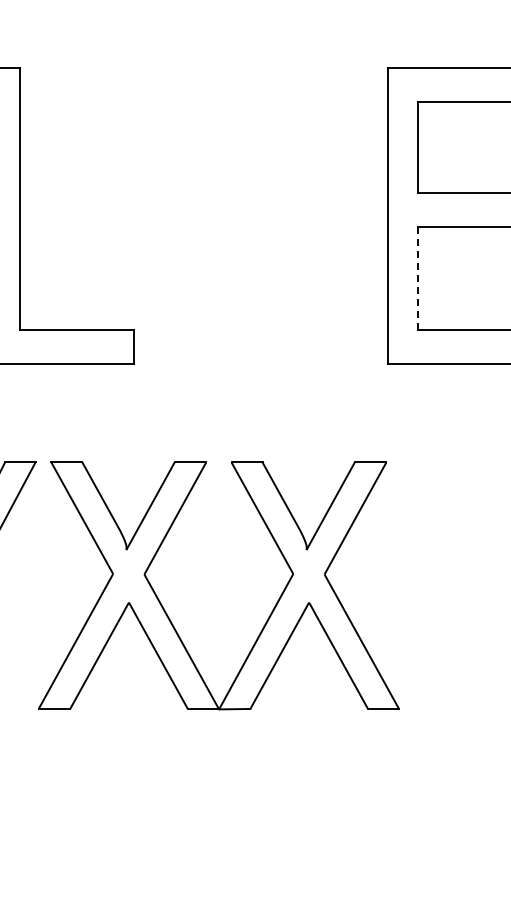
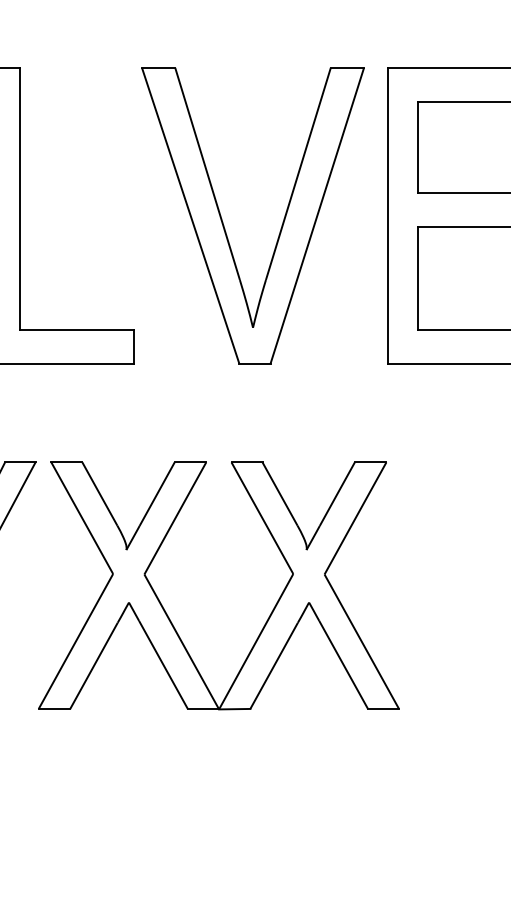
part at (224, 225): none -> present
line at (418, 278): dashed -> solid
